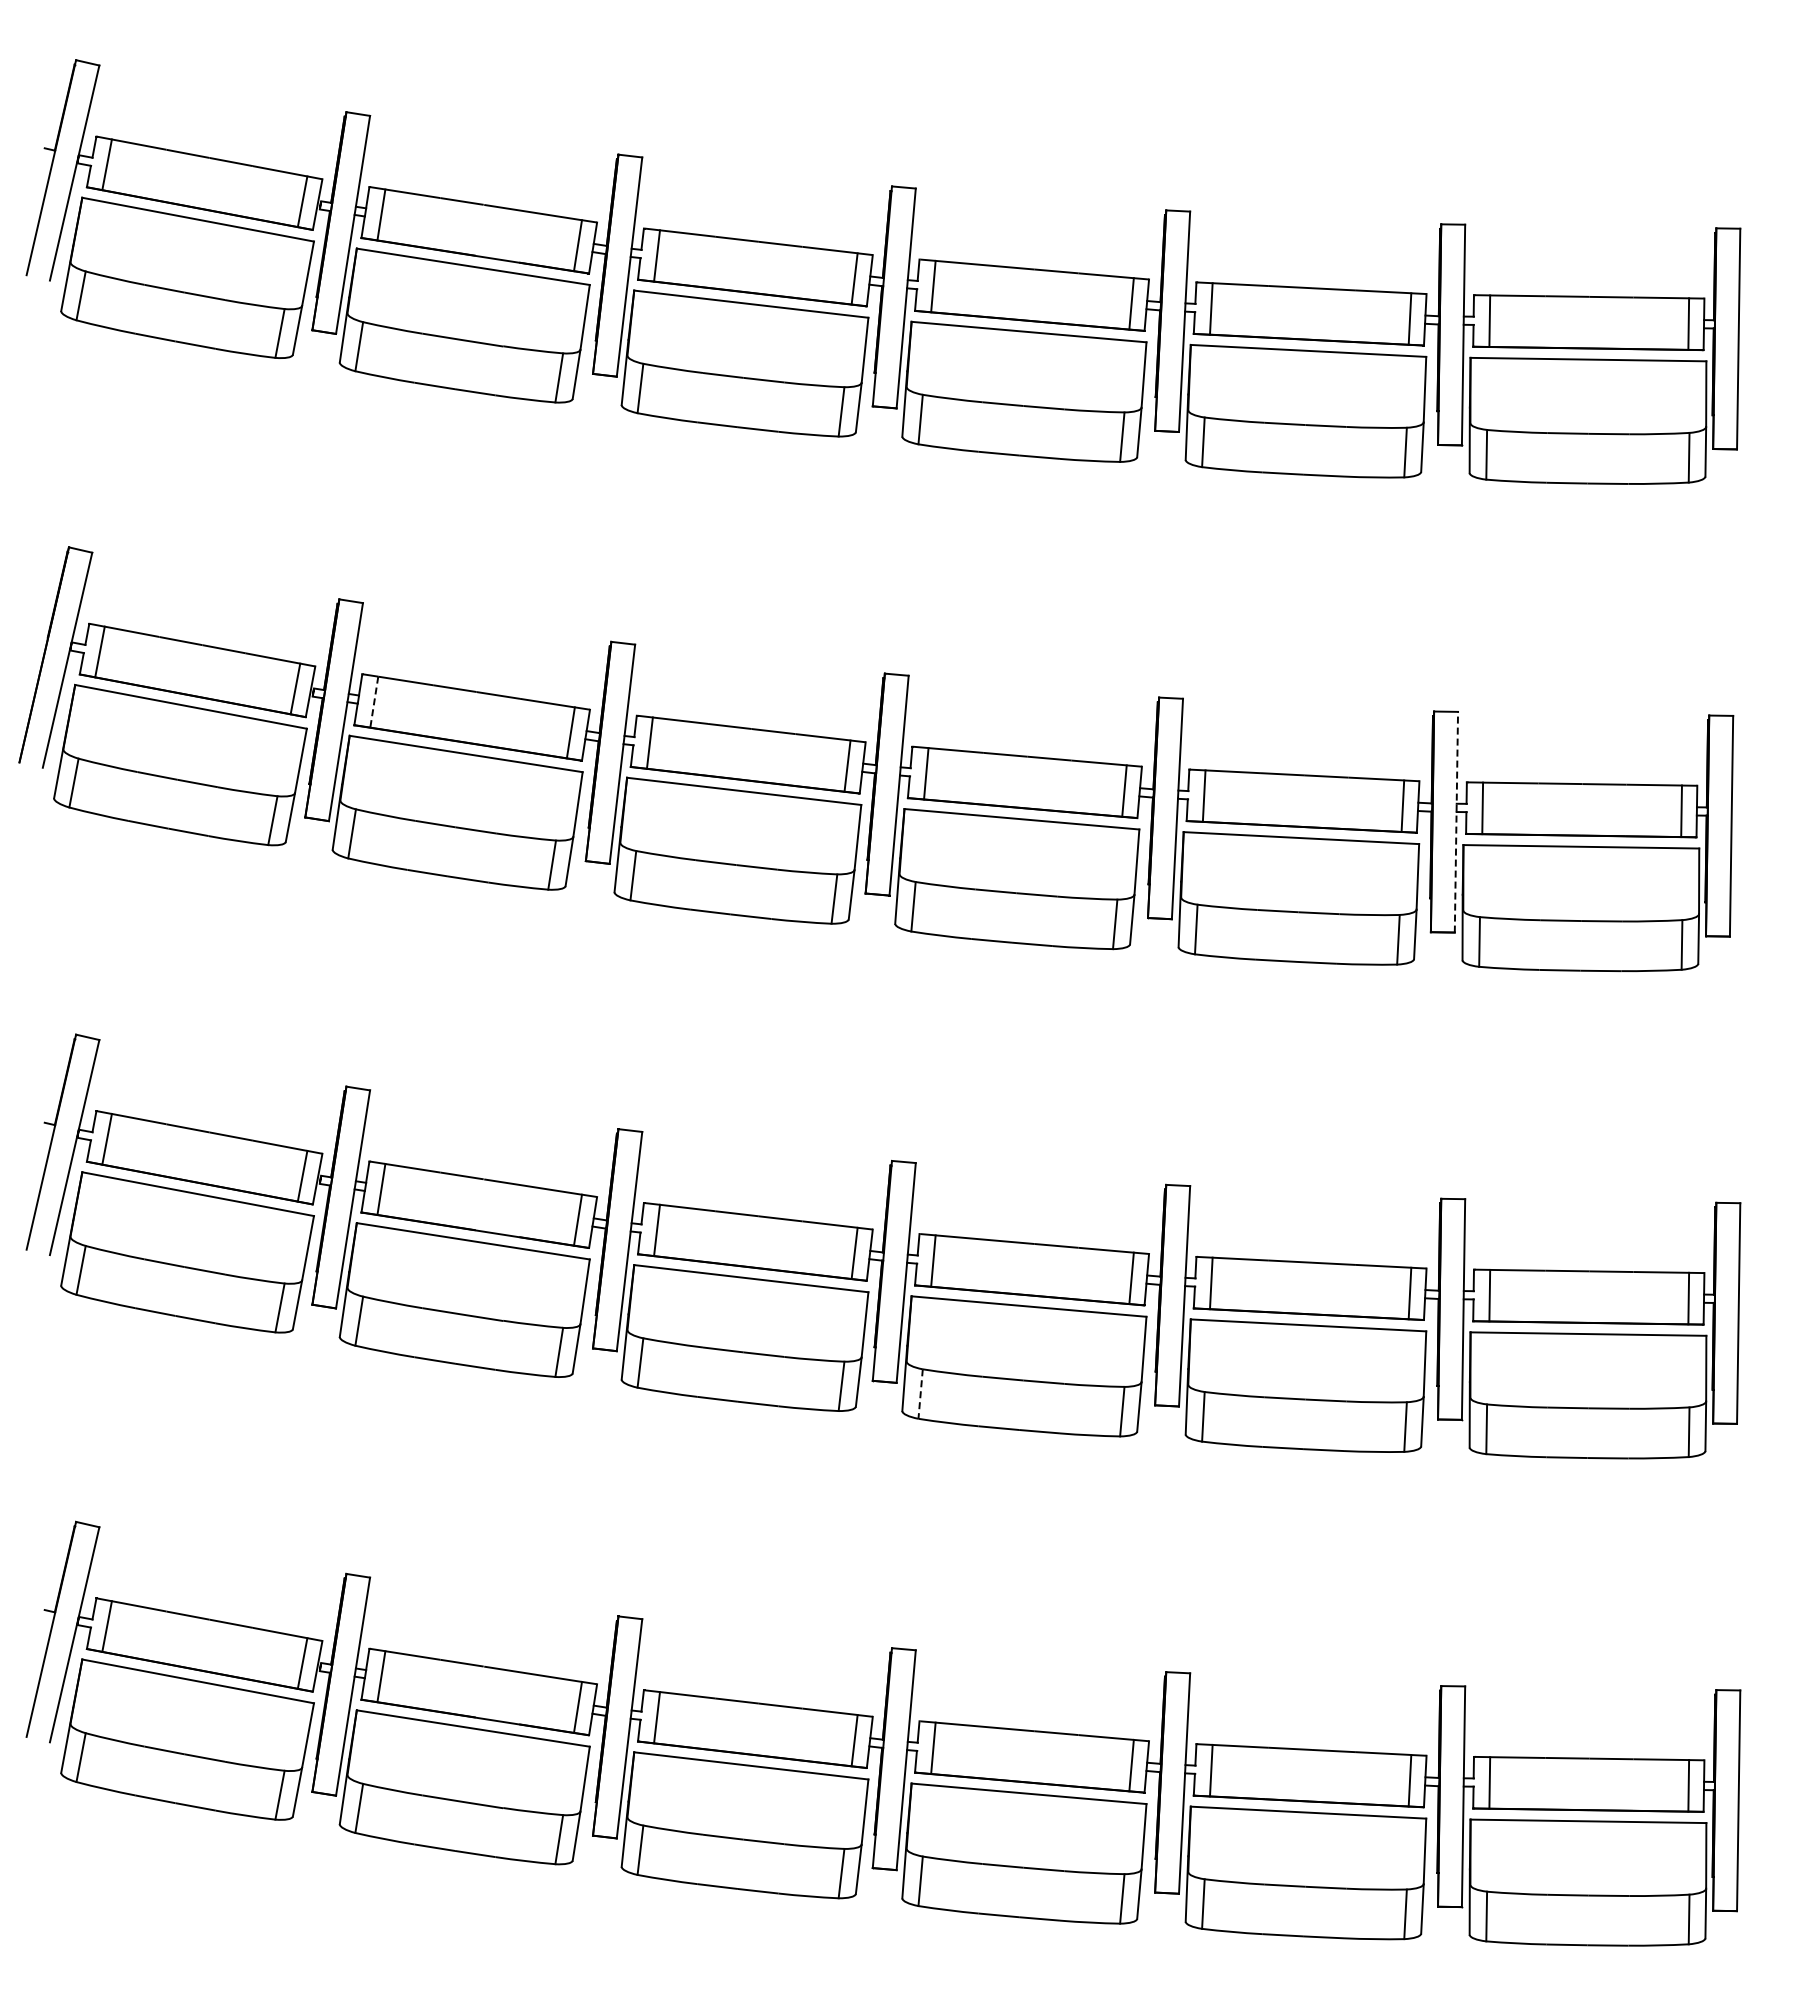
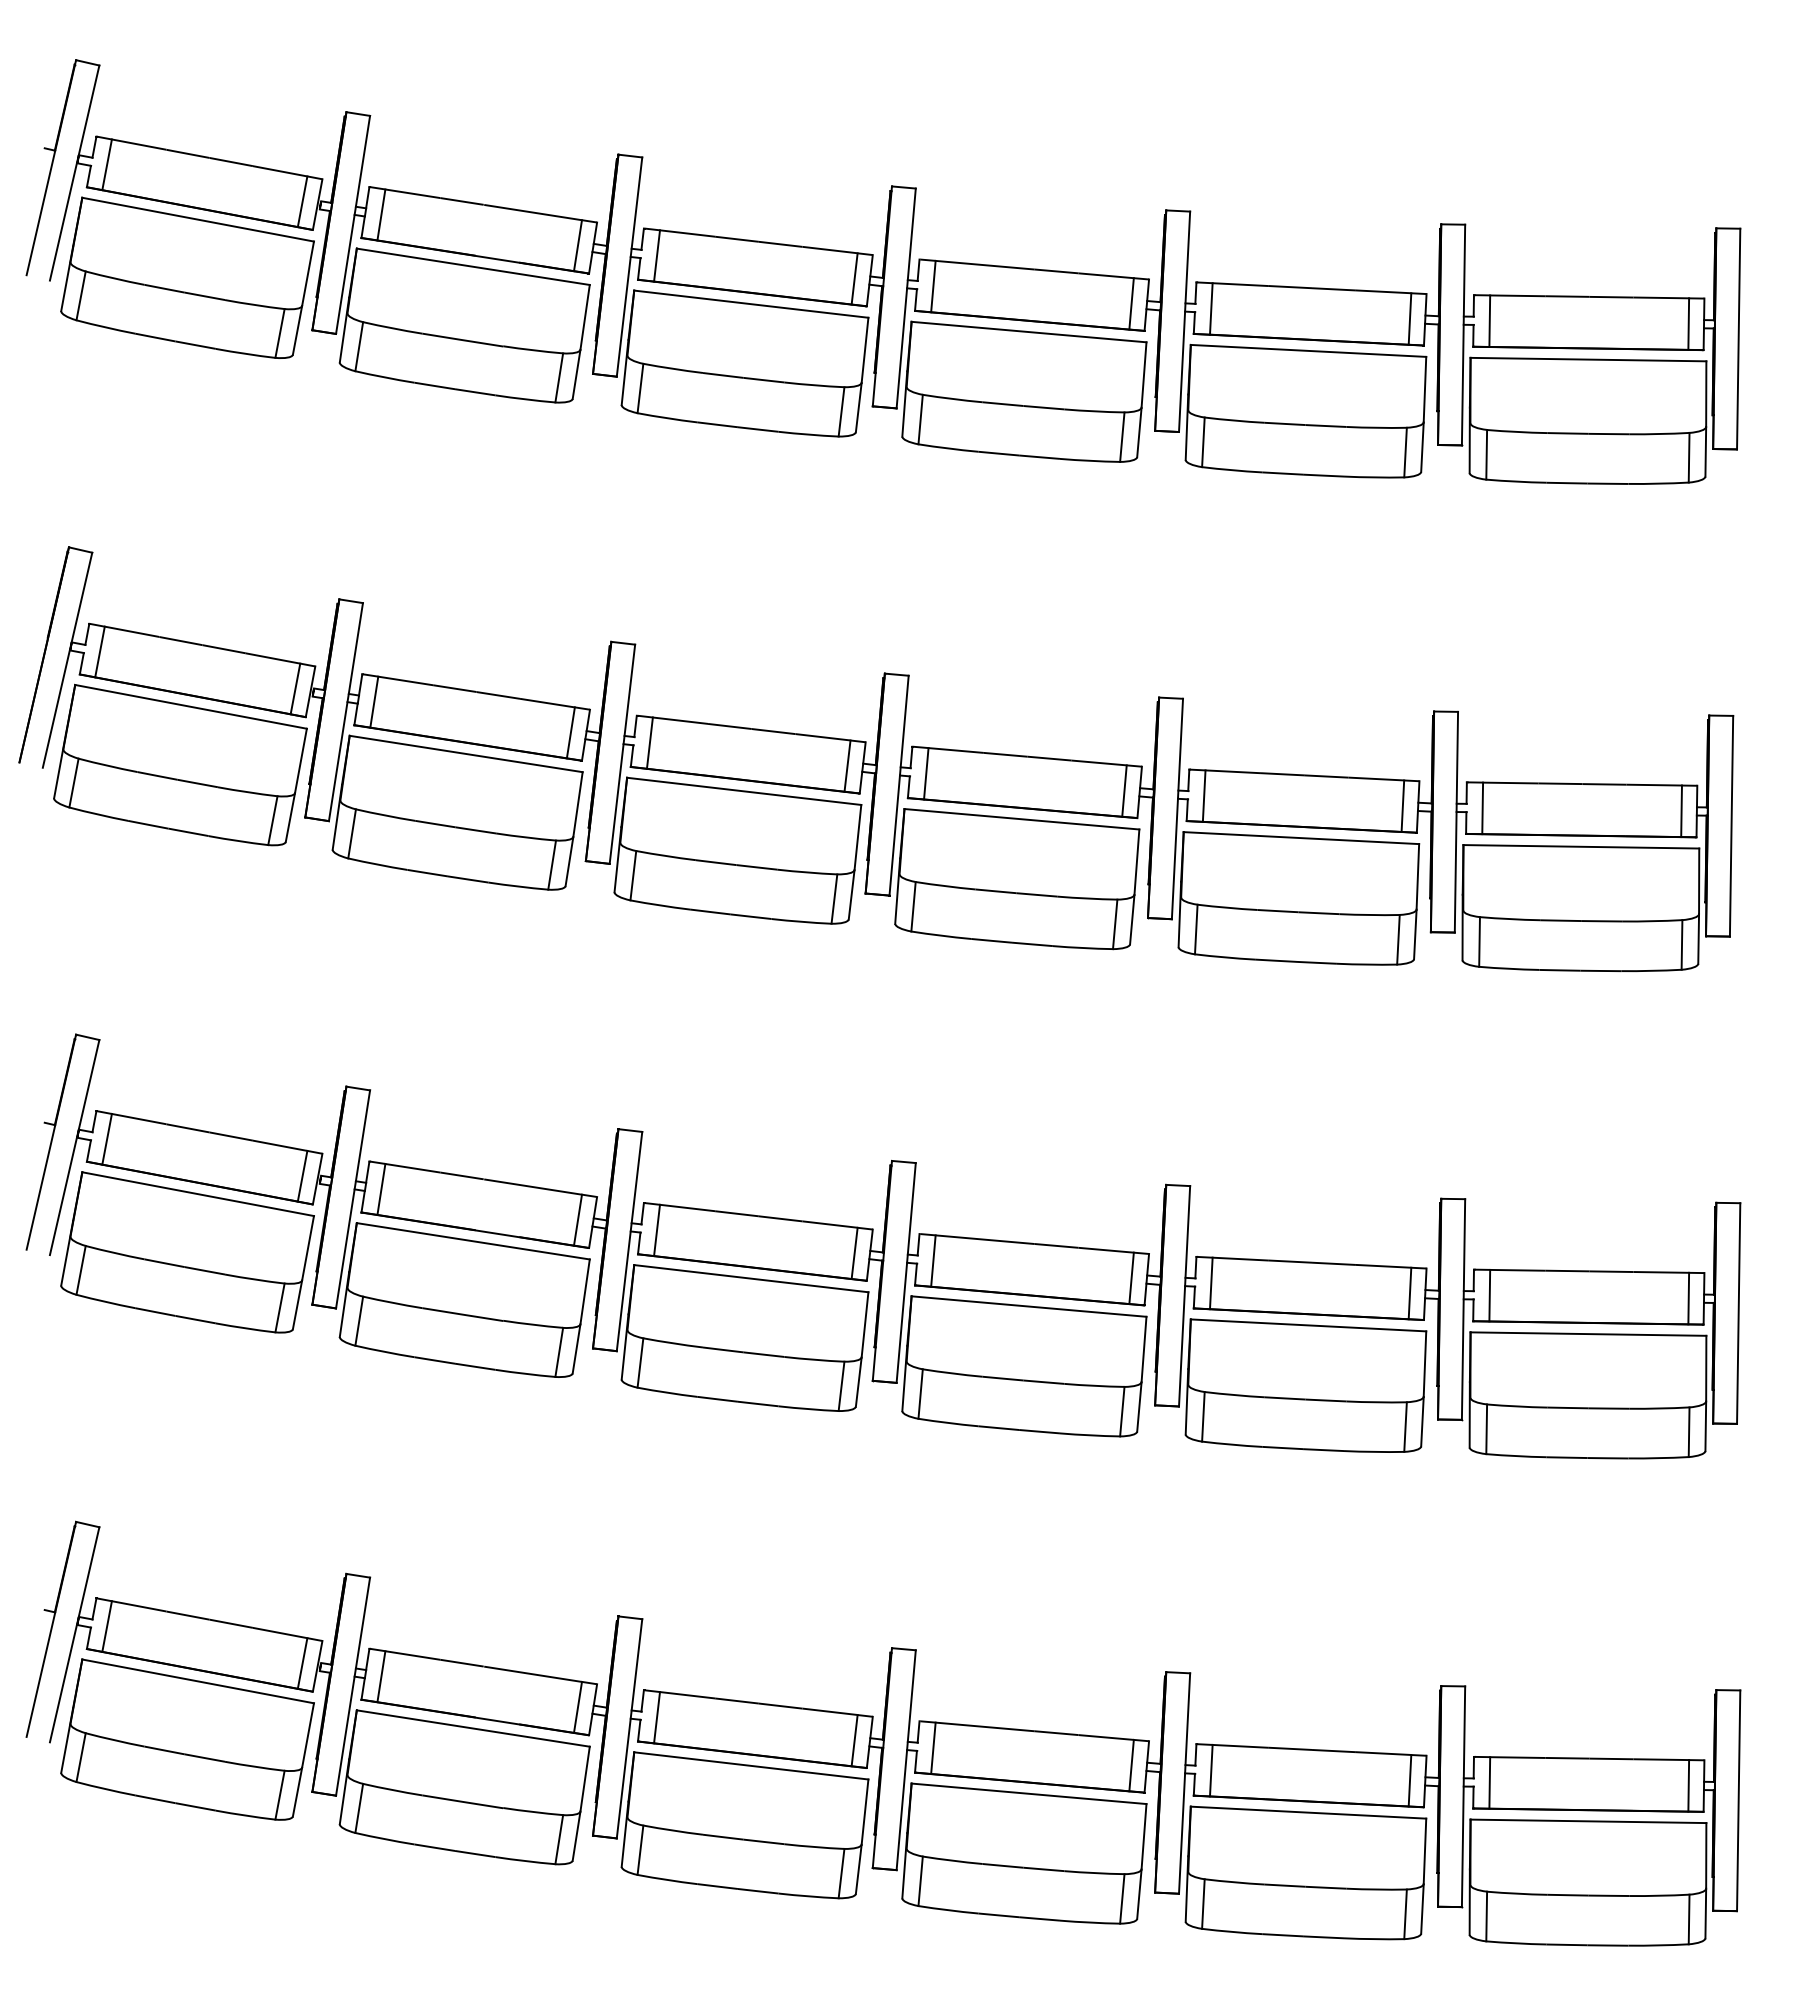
line at (374, 702): dashed -> solid
line at (1456, 821): dashed -> solid
line at (920, 1394): dashed -> solid
